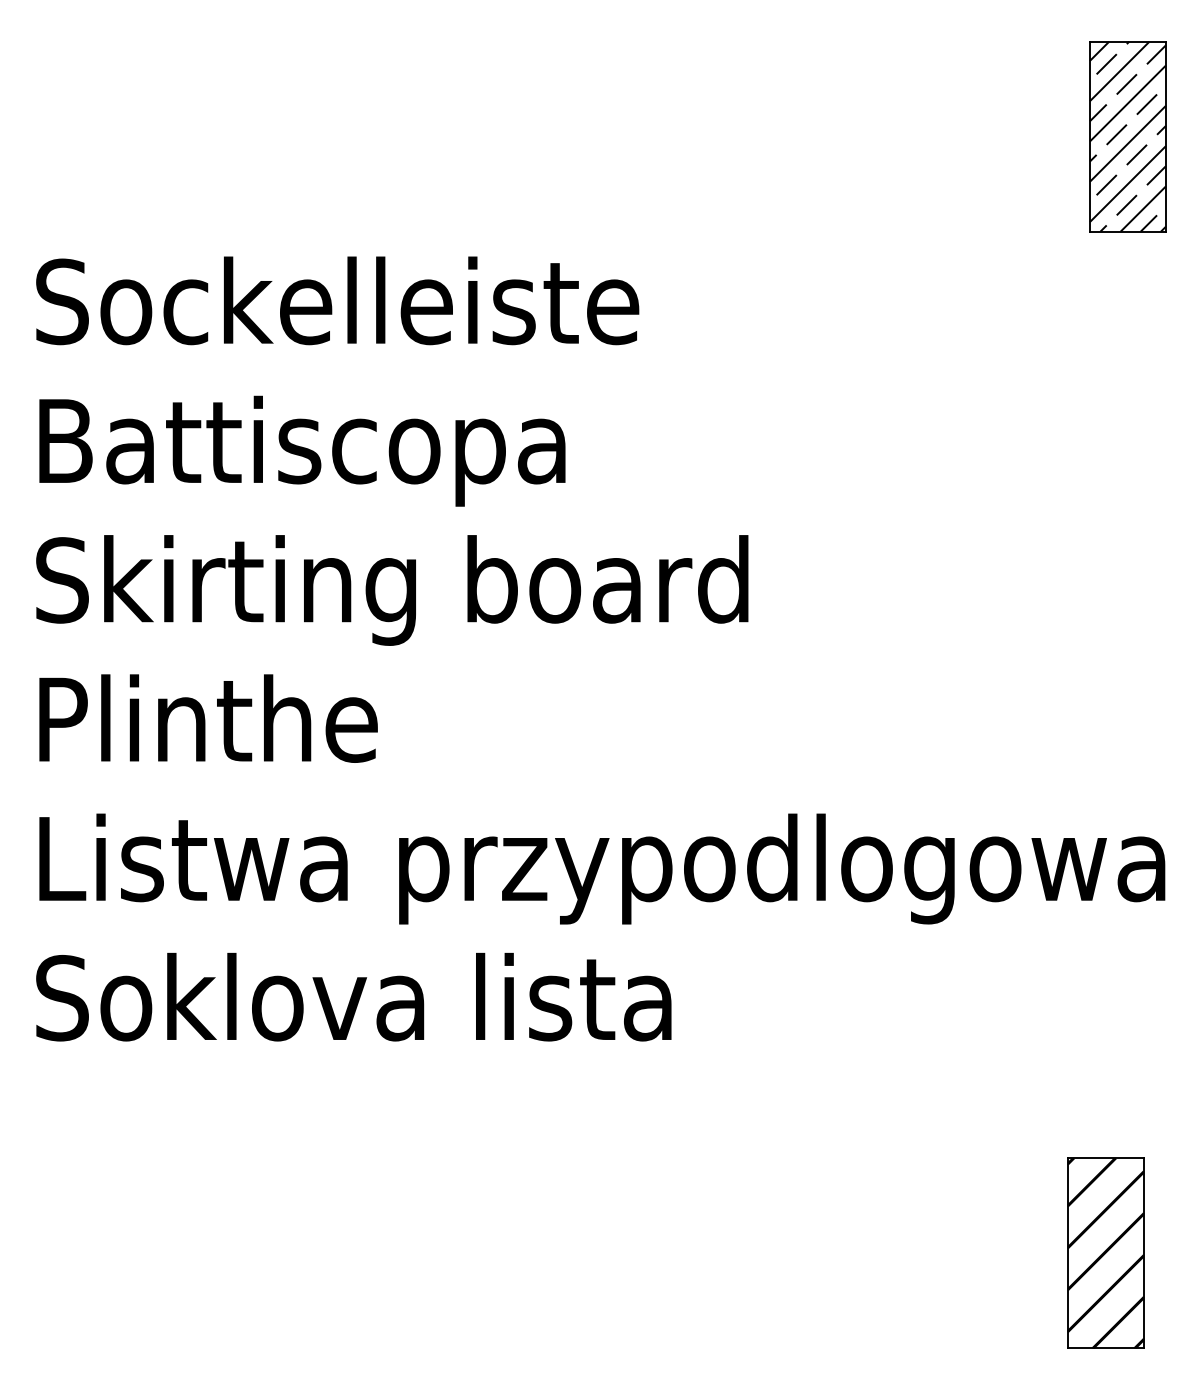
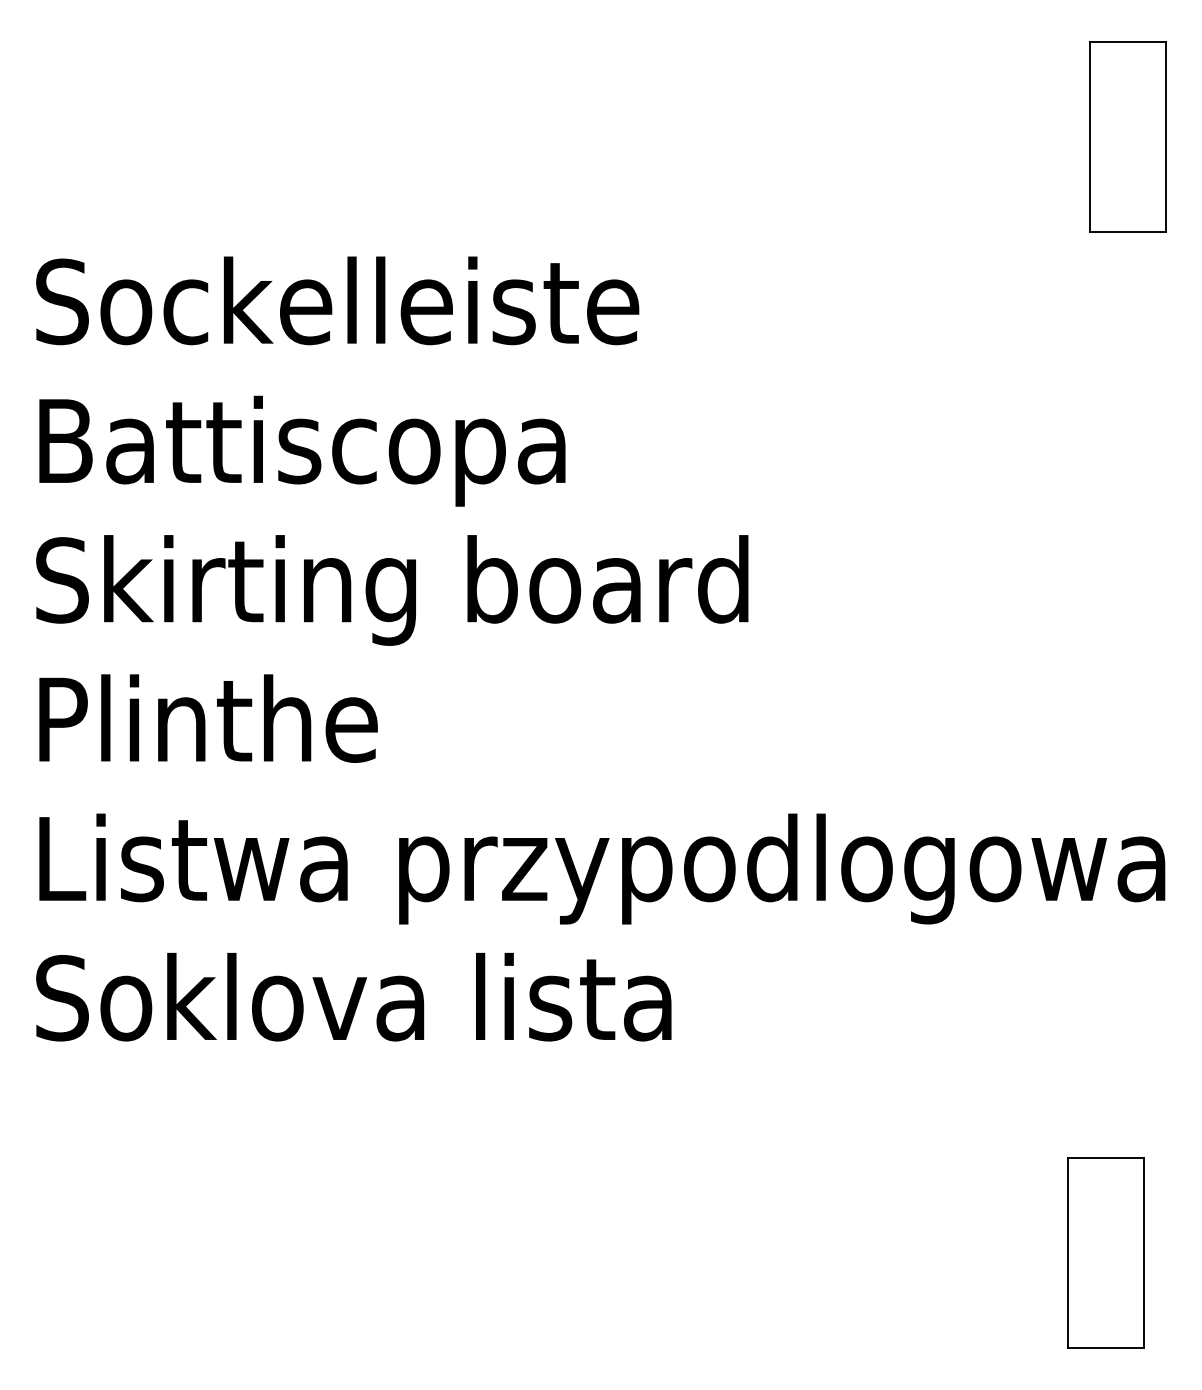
hatch at (1127, 136): present -> none
hatch at (1105, 1253): present -> none
